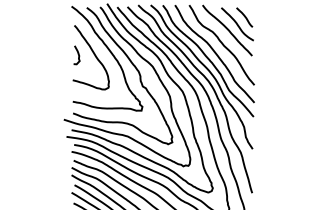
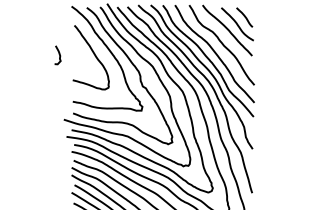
curve at (77, 54) position: (77, 54) -> (58, 54)
